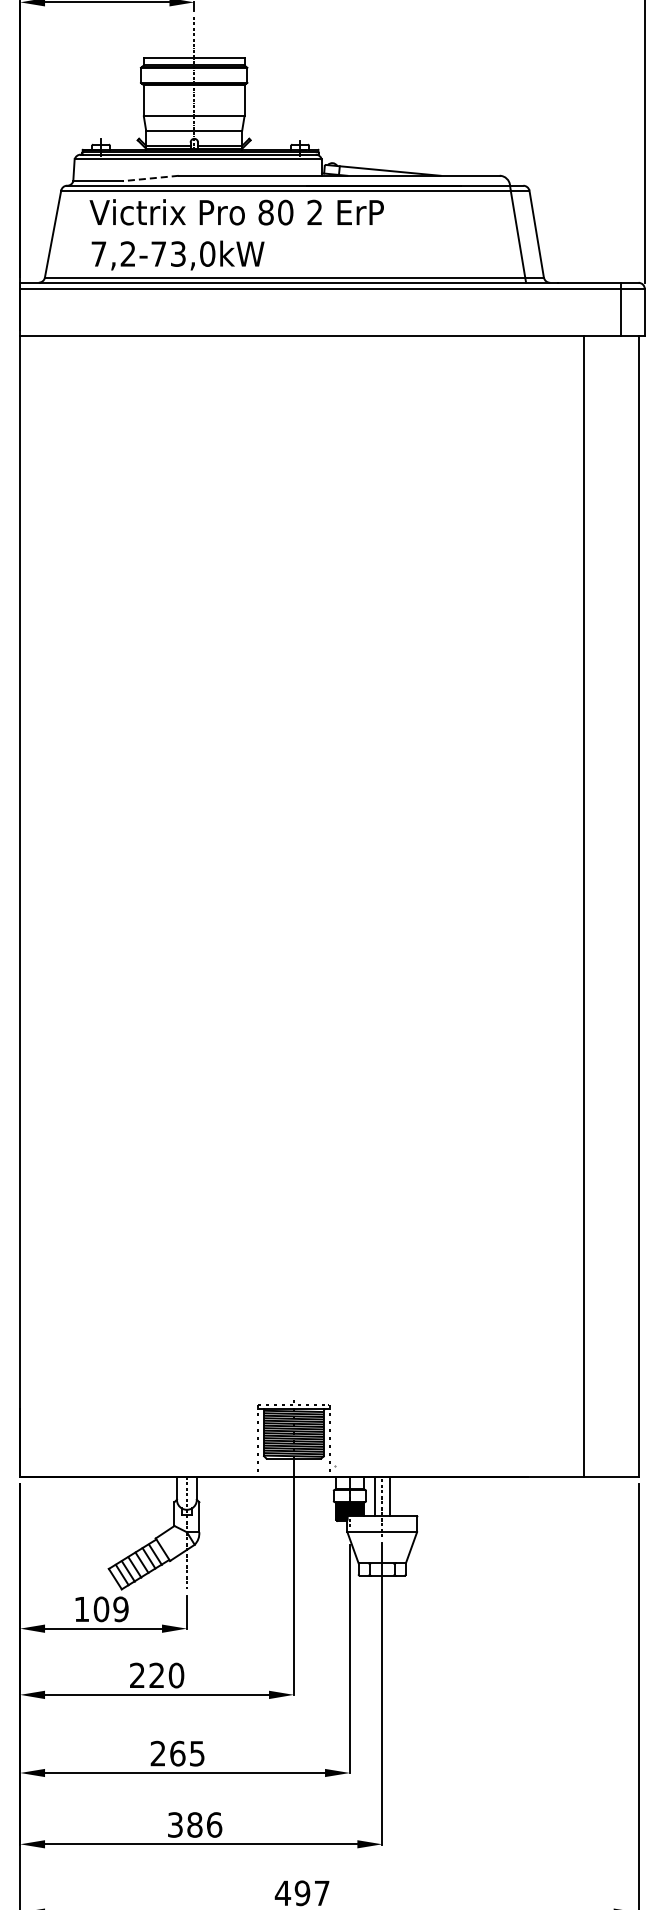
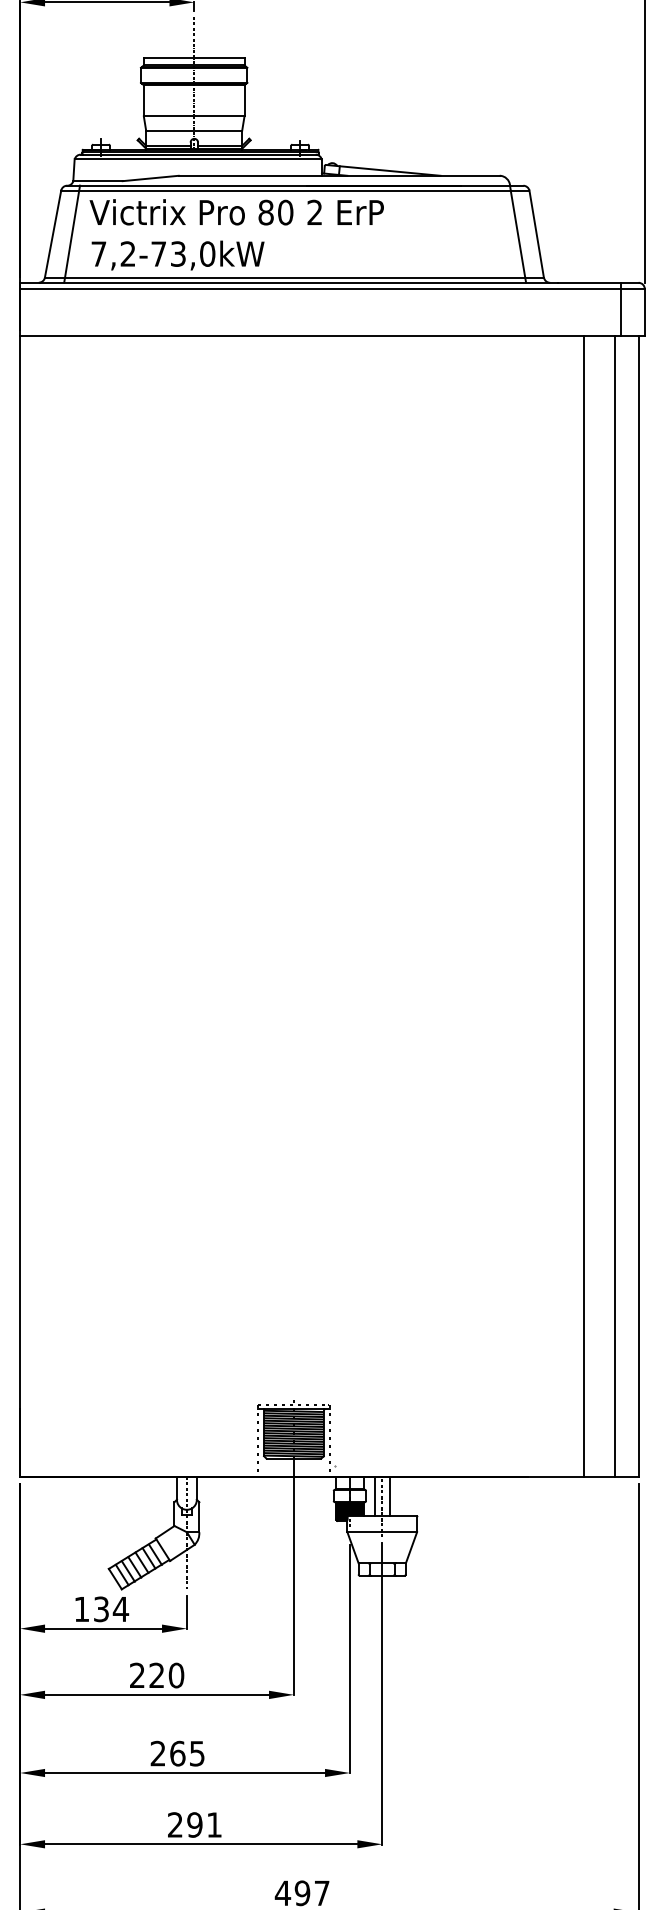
line at (150, 178): dashed -> solid
line at (72, 233): none -> present
line at (614, 906): none -> present
text at (111, 1609): 109 -> 134
text at (195, 1824): 386 -> 291
